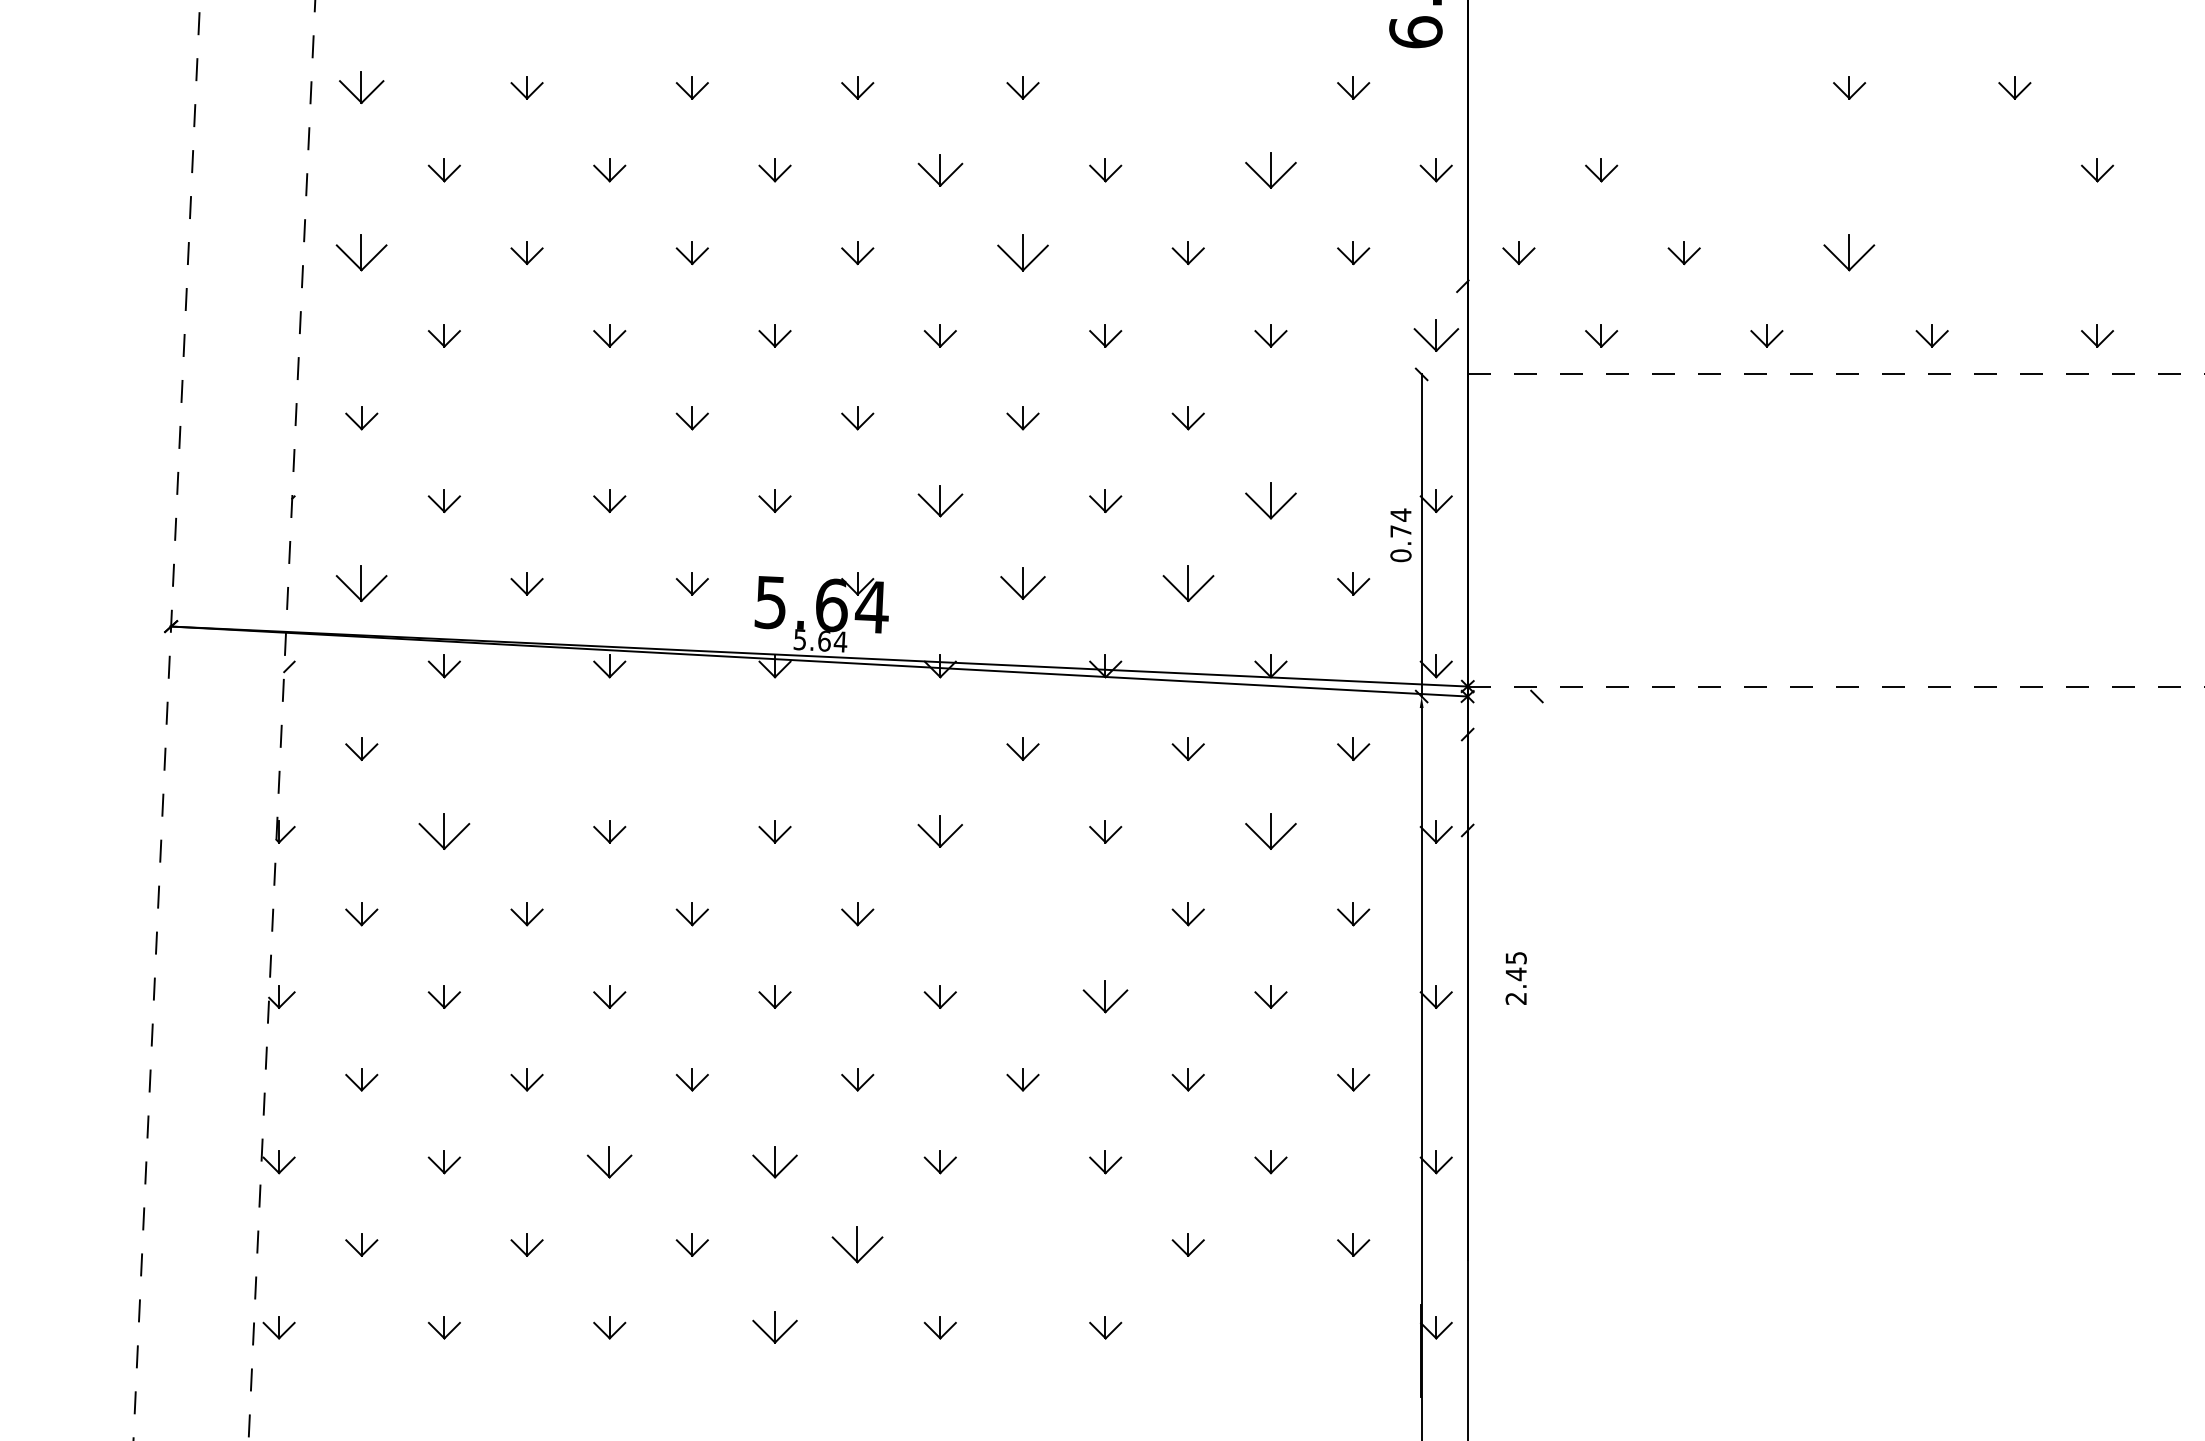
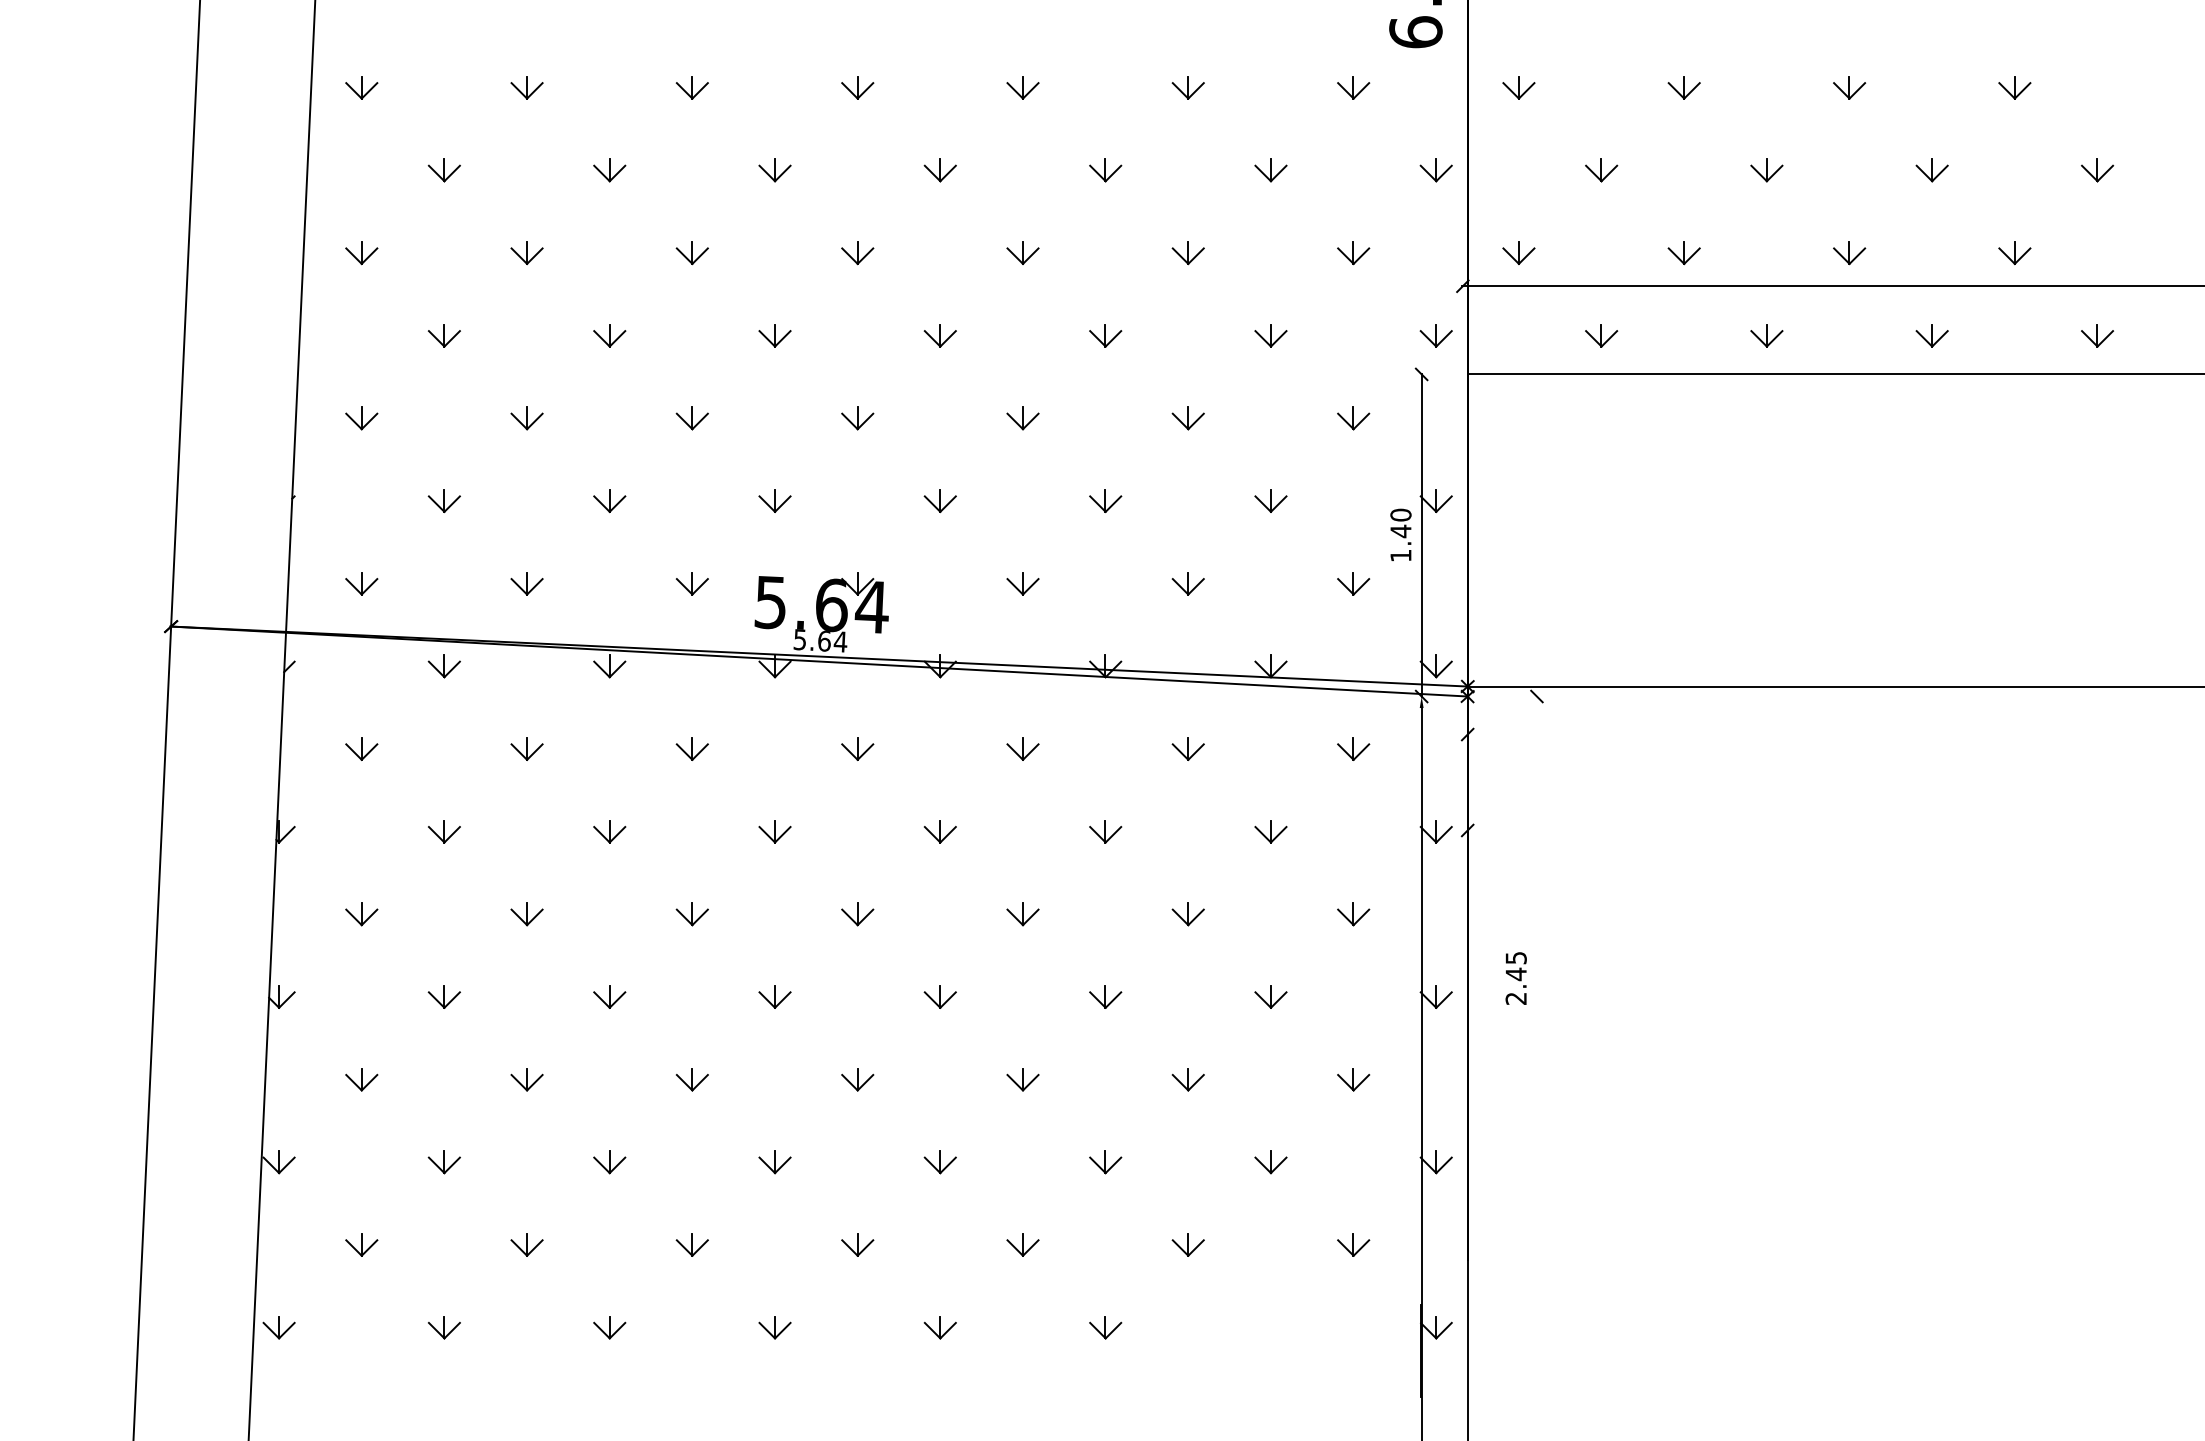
part at (361, 87) size: 46x33 px -> 34x24 px
part at (1187, 87): none -> present
part at (1518, 87): none -> present
part at (1683, 87): none -> present
part at (940, 170) size: 47x33 px -> 34x25 px
part at (1270, 170) size: 52x37 px -> 34x25 px
part at (1766, 170): none -> present
part at (1931, 170): none -> present
part at (361, 252) size: 53x38 px -> 34x25 px
part at (1022, 252) size: 52x38 px -> 34x24 px
part at (1849, 252) size: 53x38 px -> 34x25 px
part at (2014, 253): none -> present
line at (1831, 286): none -> present
part at (1436, 335) size: 47x33 px -> 34x24 px
line at (1835, 374): dashed -> solid
part at (526, 418): none -> present
part at (1353, 418): none -> present
part at (1270, 500) size: 52x38 px -> 34x24 px
part at (940, 501) size: 47x33 px -> 34x24 px
text at (1400, 535): 0.74 -> 1.40
part at (361, 583) size: 53x38 px -> 34x24 px
part at (1022, 583) size: 46x33 px -> 34x24 px
part at (1188, 583) size: 53x38 px -> 34x24 px
line at (1836, 686): dashed -> solid
line at (166, 720): dashed -> solid
line at (281, 721): dashed -> solid
part at (526, 748): none -> present
part at (691, 748): none -> present
part at (857, 748): none -> present
part at (444, 831) size: 53x37 px -> 33x24 px
part at (939, 831) size: 46x33 px -> 33x24 px
part at (1270, 831) size: 52x37 px -> 34x24 px
part at (1022, 914): none -> present
part at (1105, 996) size: 47x34 px -> 34x24 px
part at (609, 1162) size: 47x33 px -> 34x25 px
part at (774, 1162) size: 46x33 px -> 34x25 px
part at (857, 1244) size: 53x38 px -> 34x24 px
part at (1022, 1244): none -> present
part at (774, 1327) size: 46x33 px -> 34x24 px
